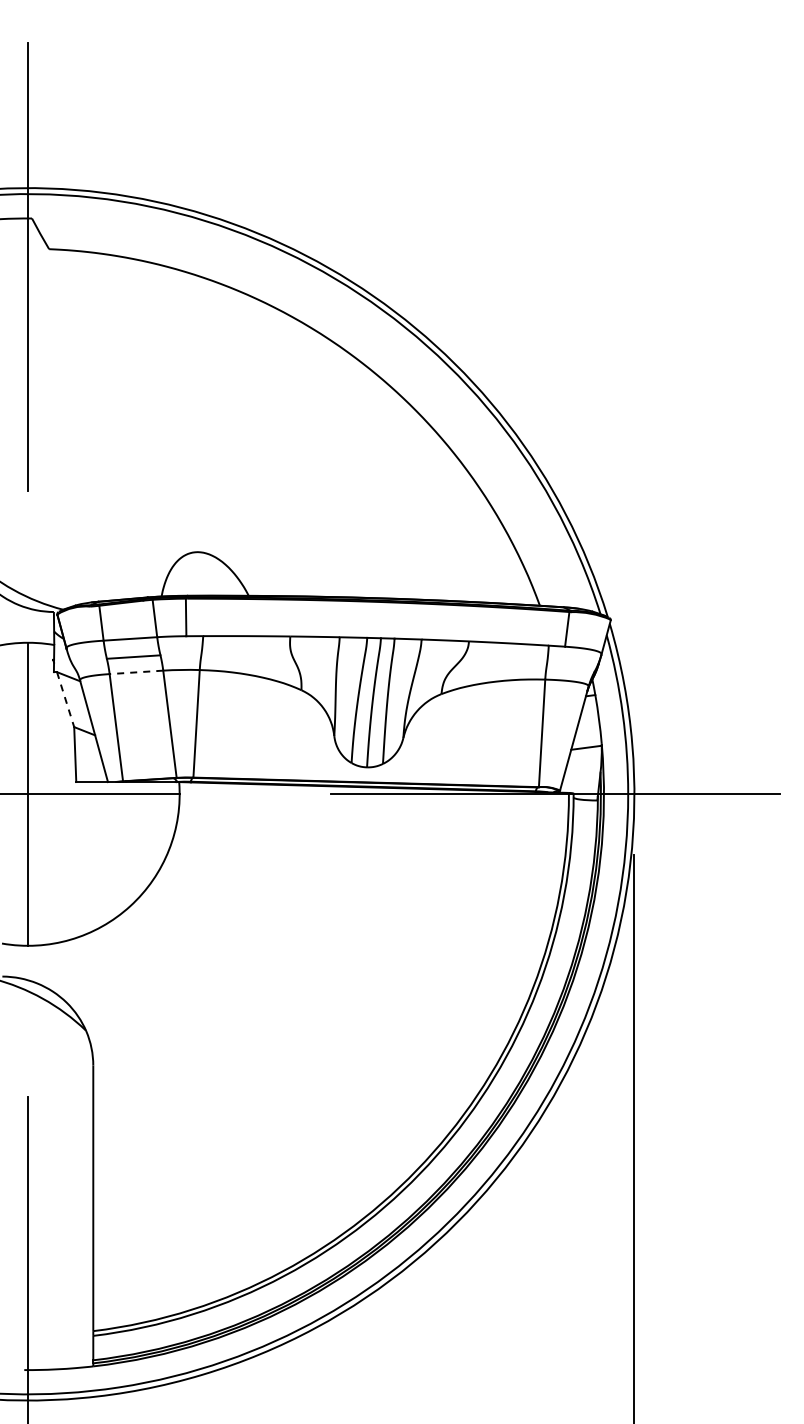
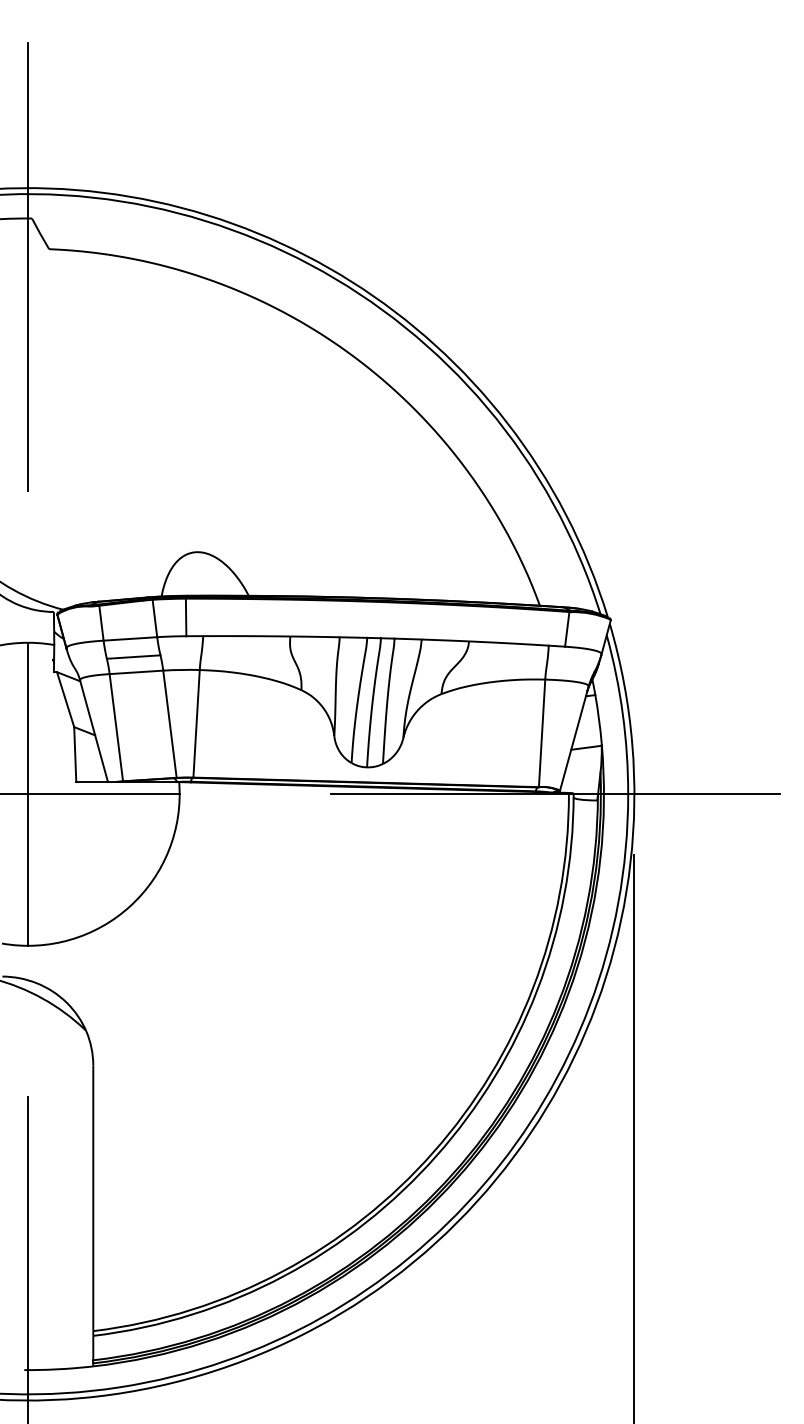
line at (136, 672): dashed -> solid
line at (65, 699): dashed -> solid
